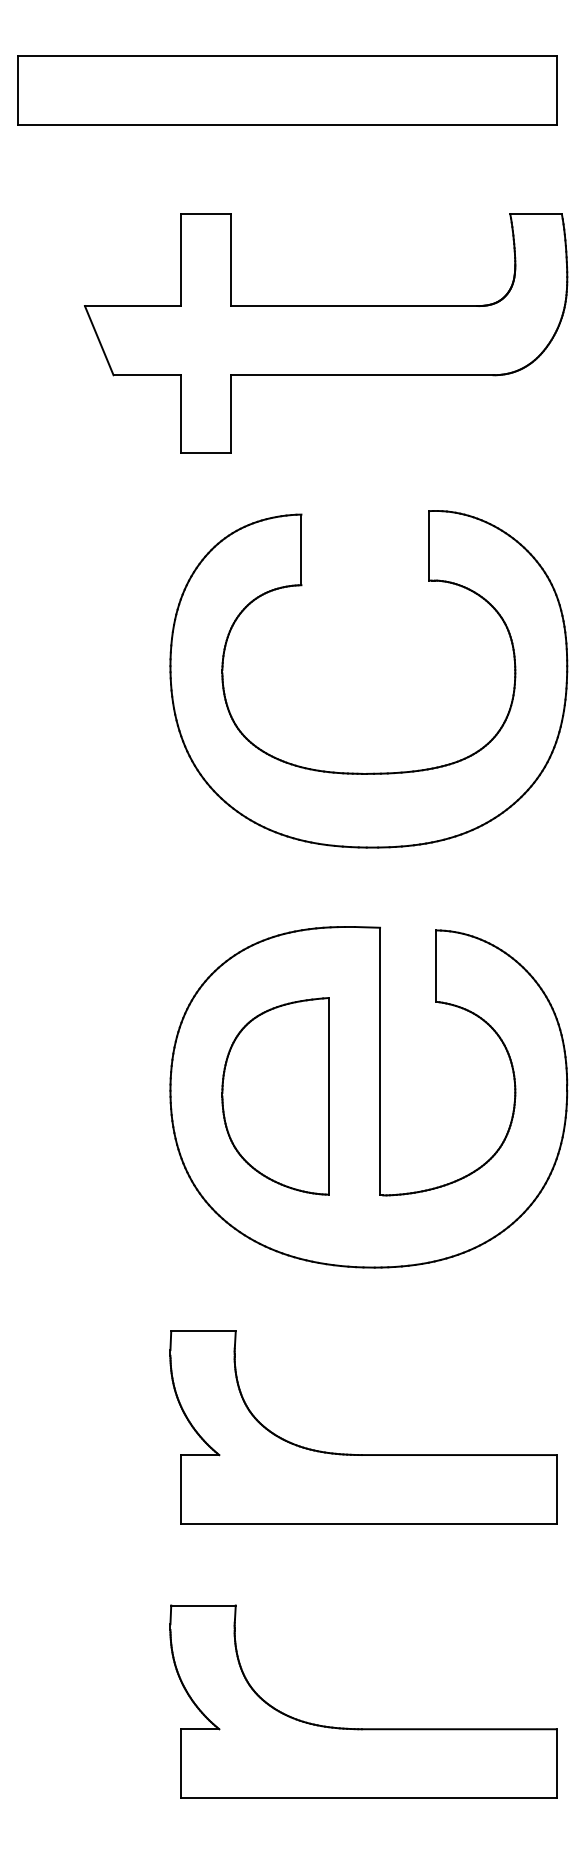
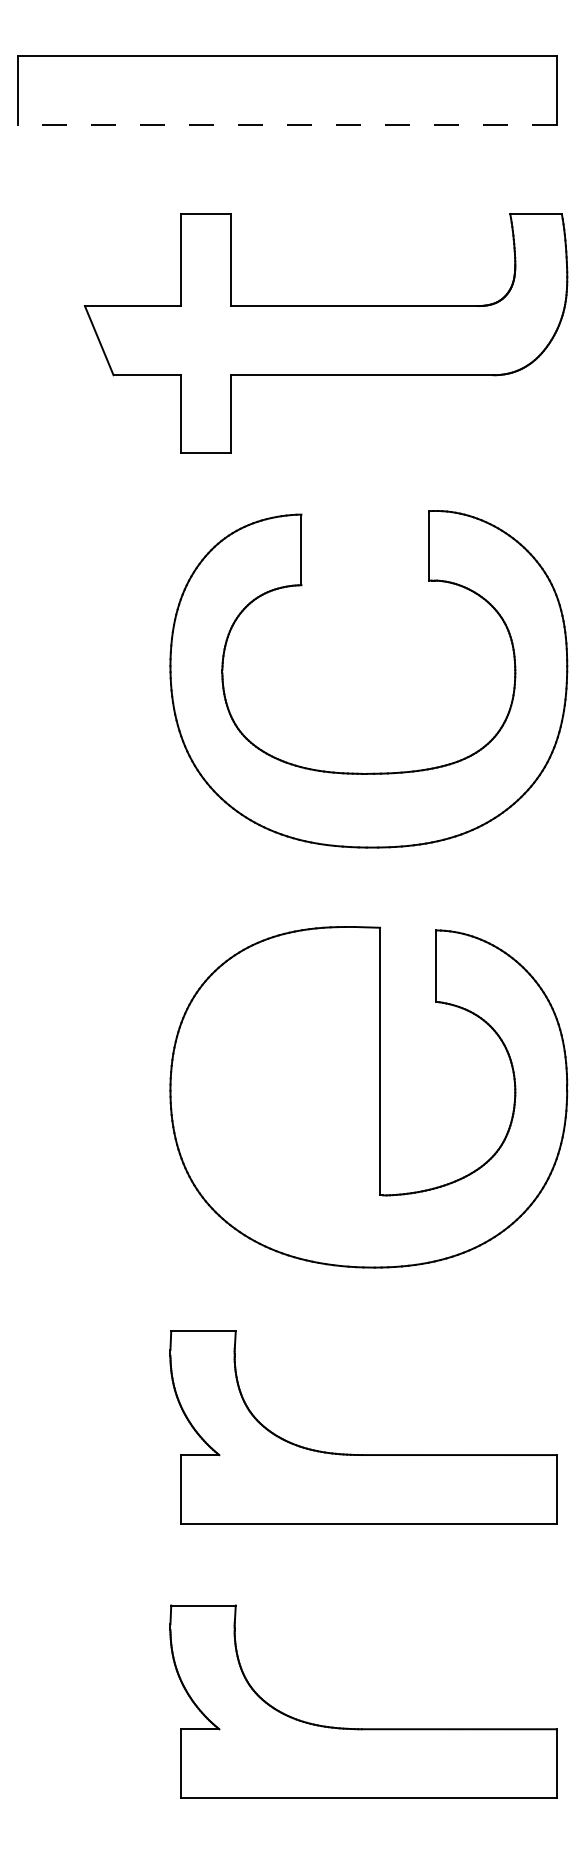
line at (286, 124): solid -> dashed
part at (275, 1096): present -> none
